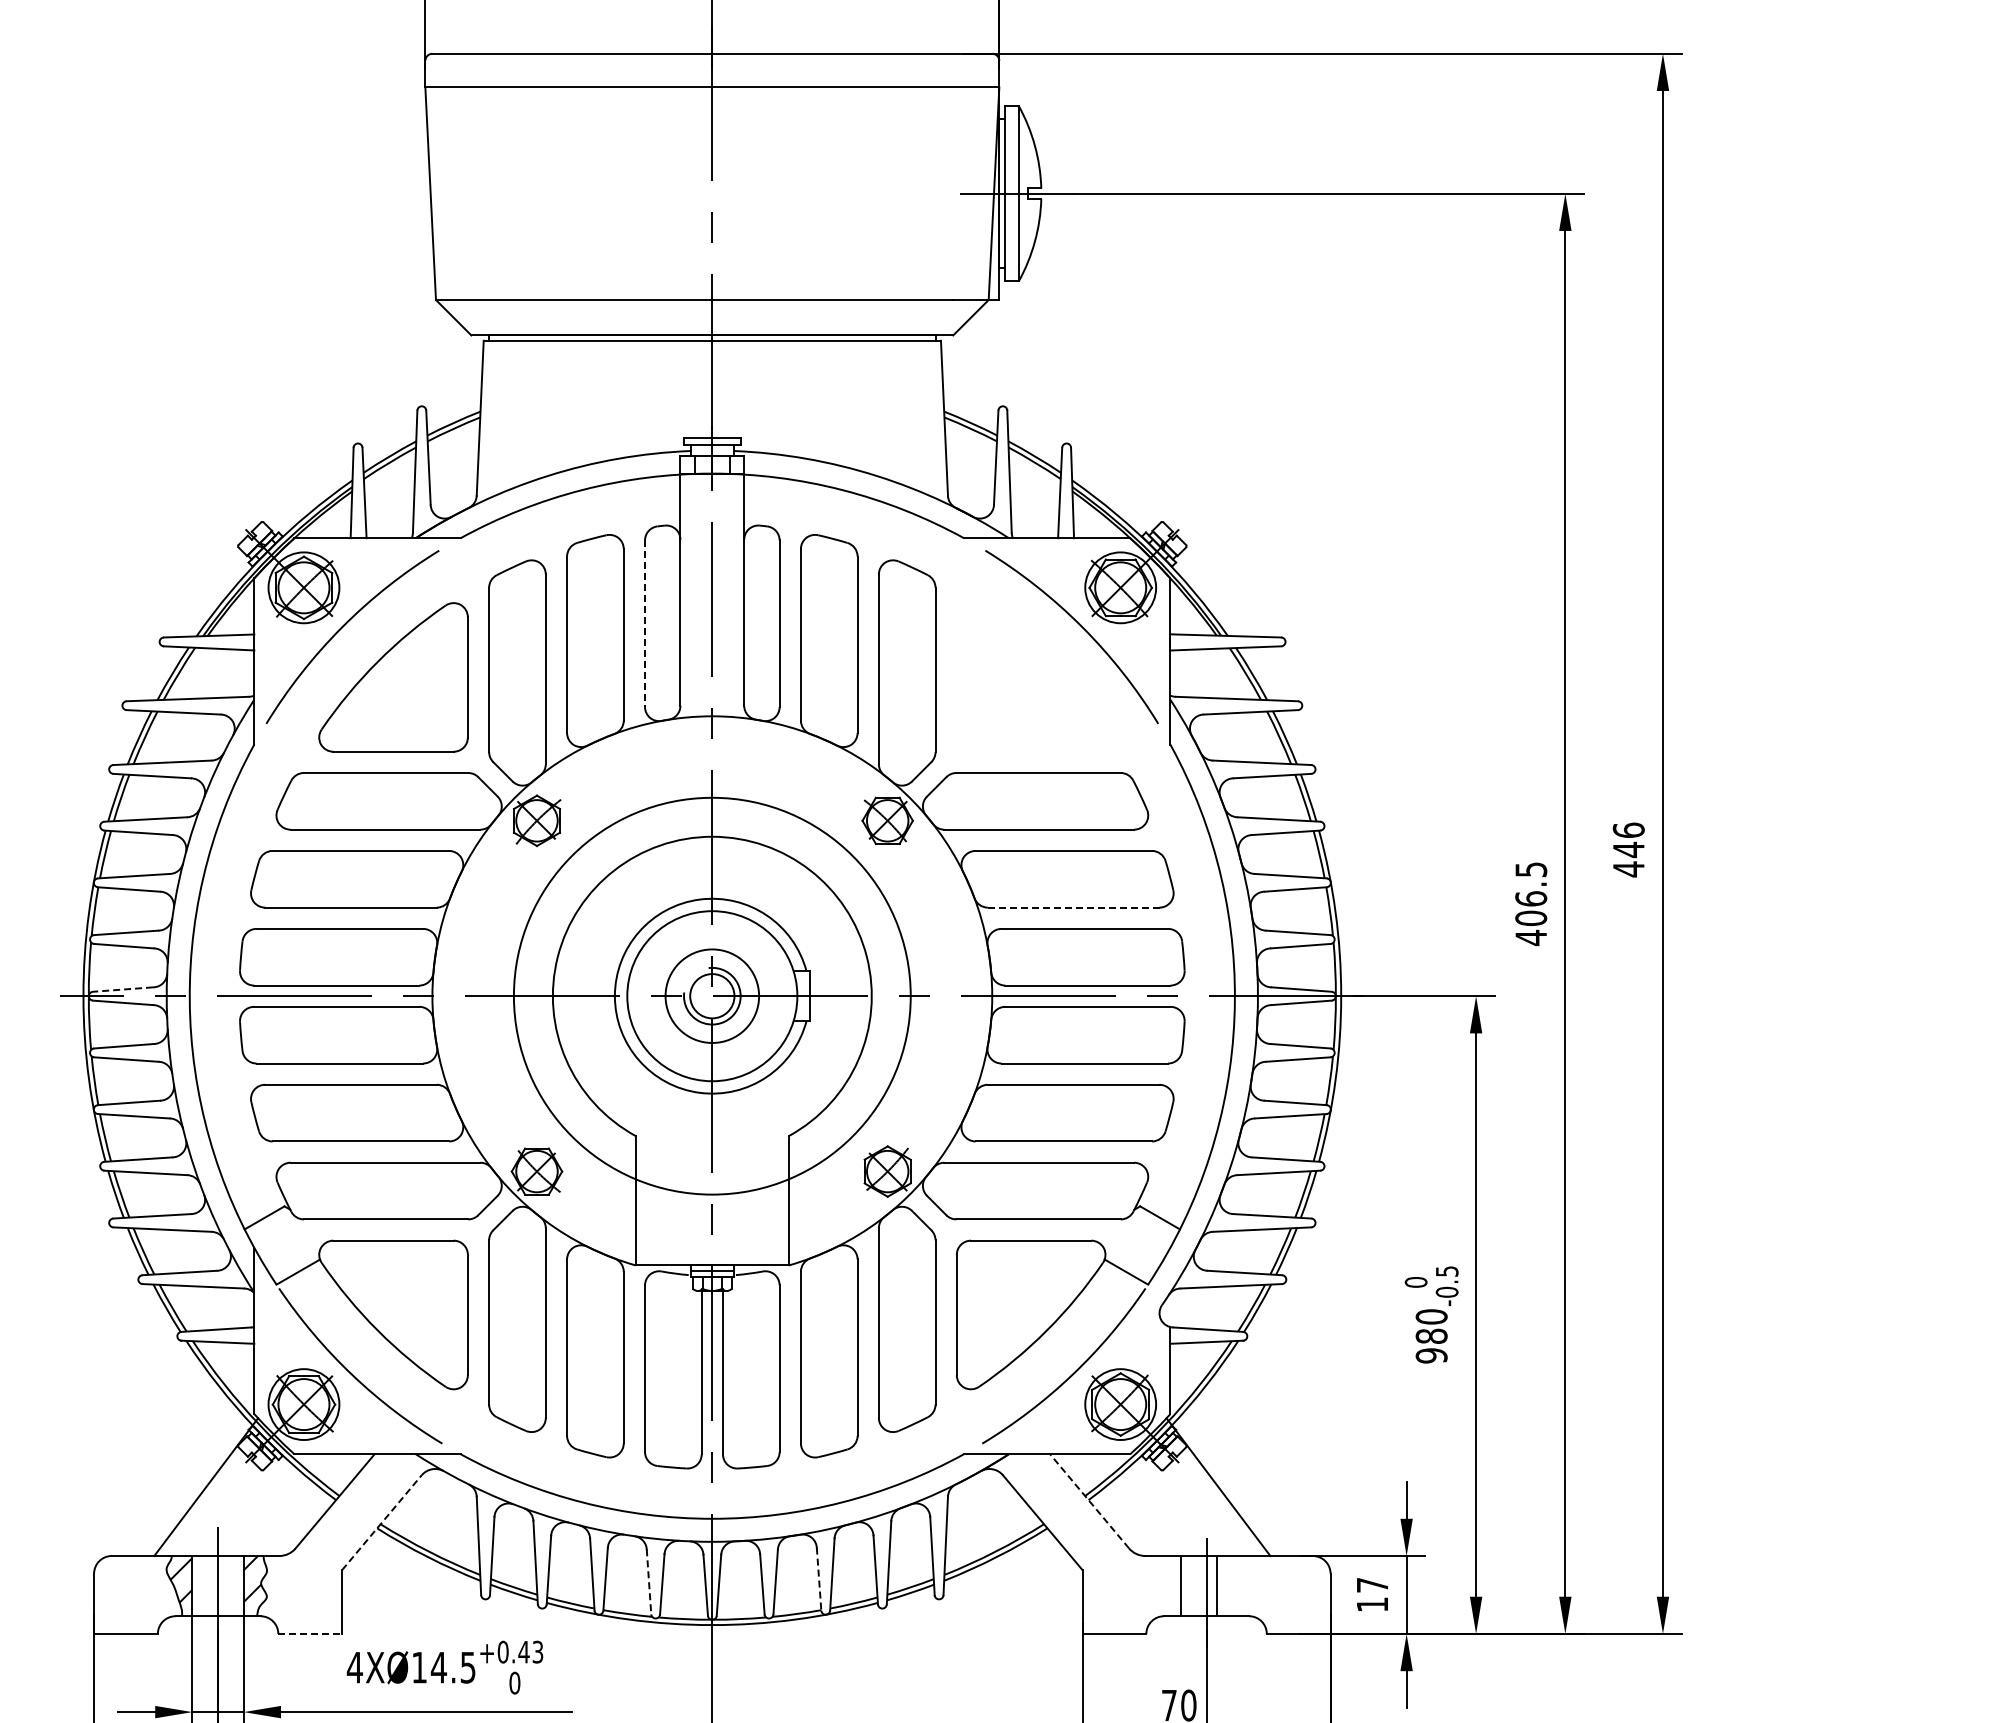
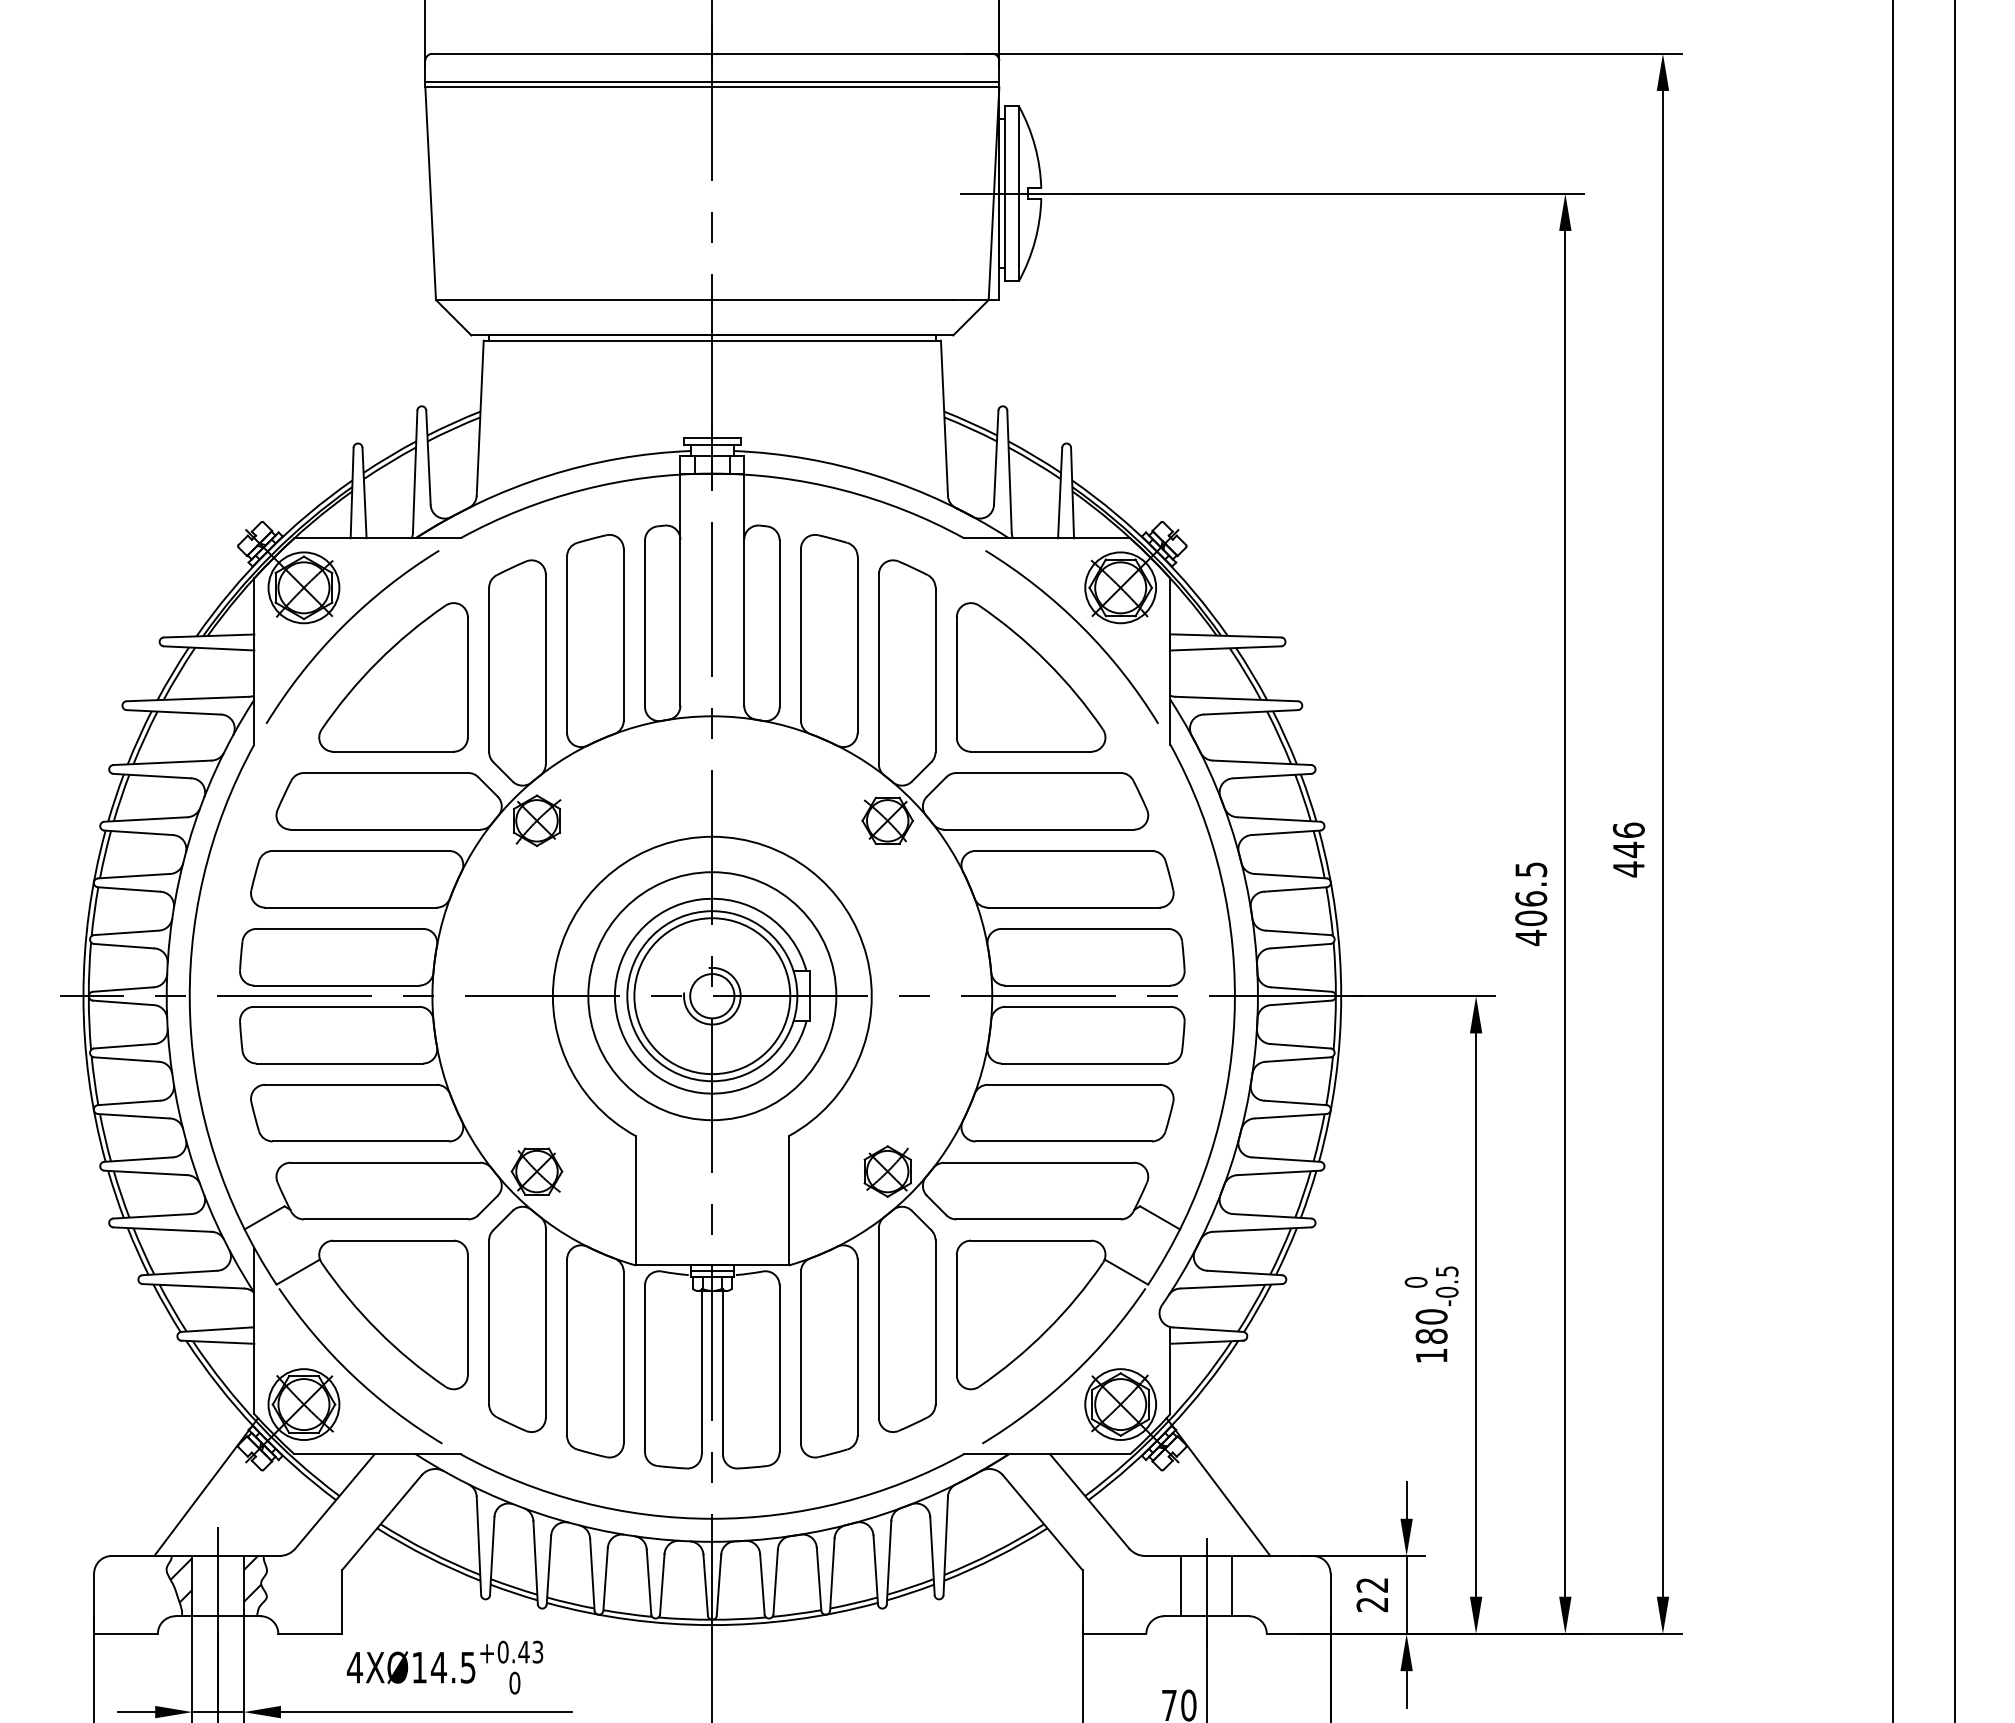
line at (712, 82): none -> present
line at (645, 624): dashed -> solid
part at (1031, 677): none -> present
line at (1892, 860): none -> present
line at (1954, 860): none -> present
line at (1073, 907): dashed -> solid
line at (122, 989): dashed -> solid
circle at (711, 995) diameter: 397 px -> 248 px
circle at (712, 995) diameter: 94 px -> 156 px
text at (1431, 1355): 980 -> 180
line at (1089, 1500): dashed -> solid
line at (381, 1522): dashed -> solid
line at (819, 1579): dashed -> solid
line at (649, 1581): dashed -> solid
line at (1217, 1586) position: (1217, 1586) -> (1232, 1586)
text at (1371, 1595): 17 -> 22
line at (310, 1633): dashed -> solid
